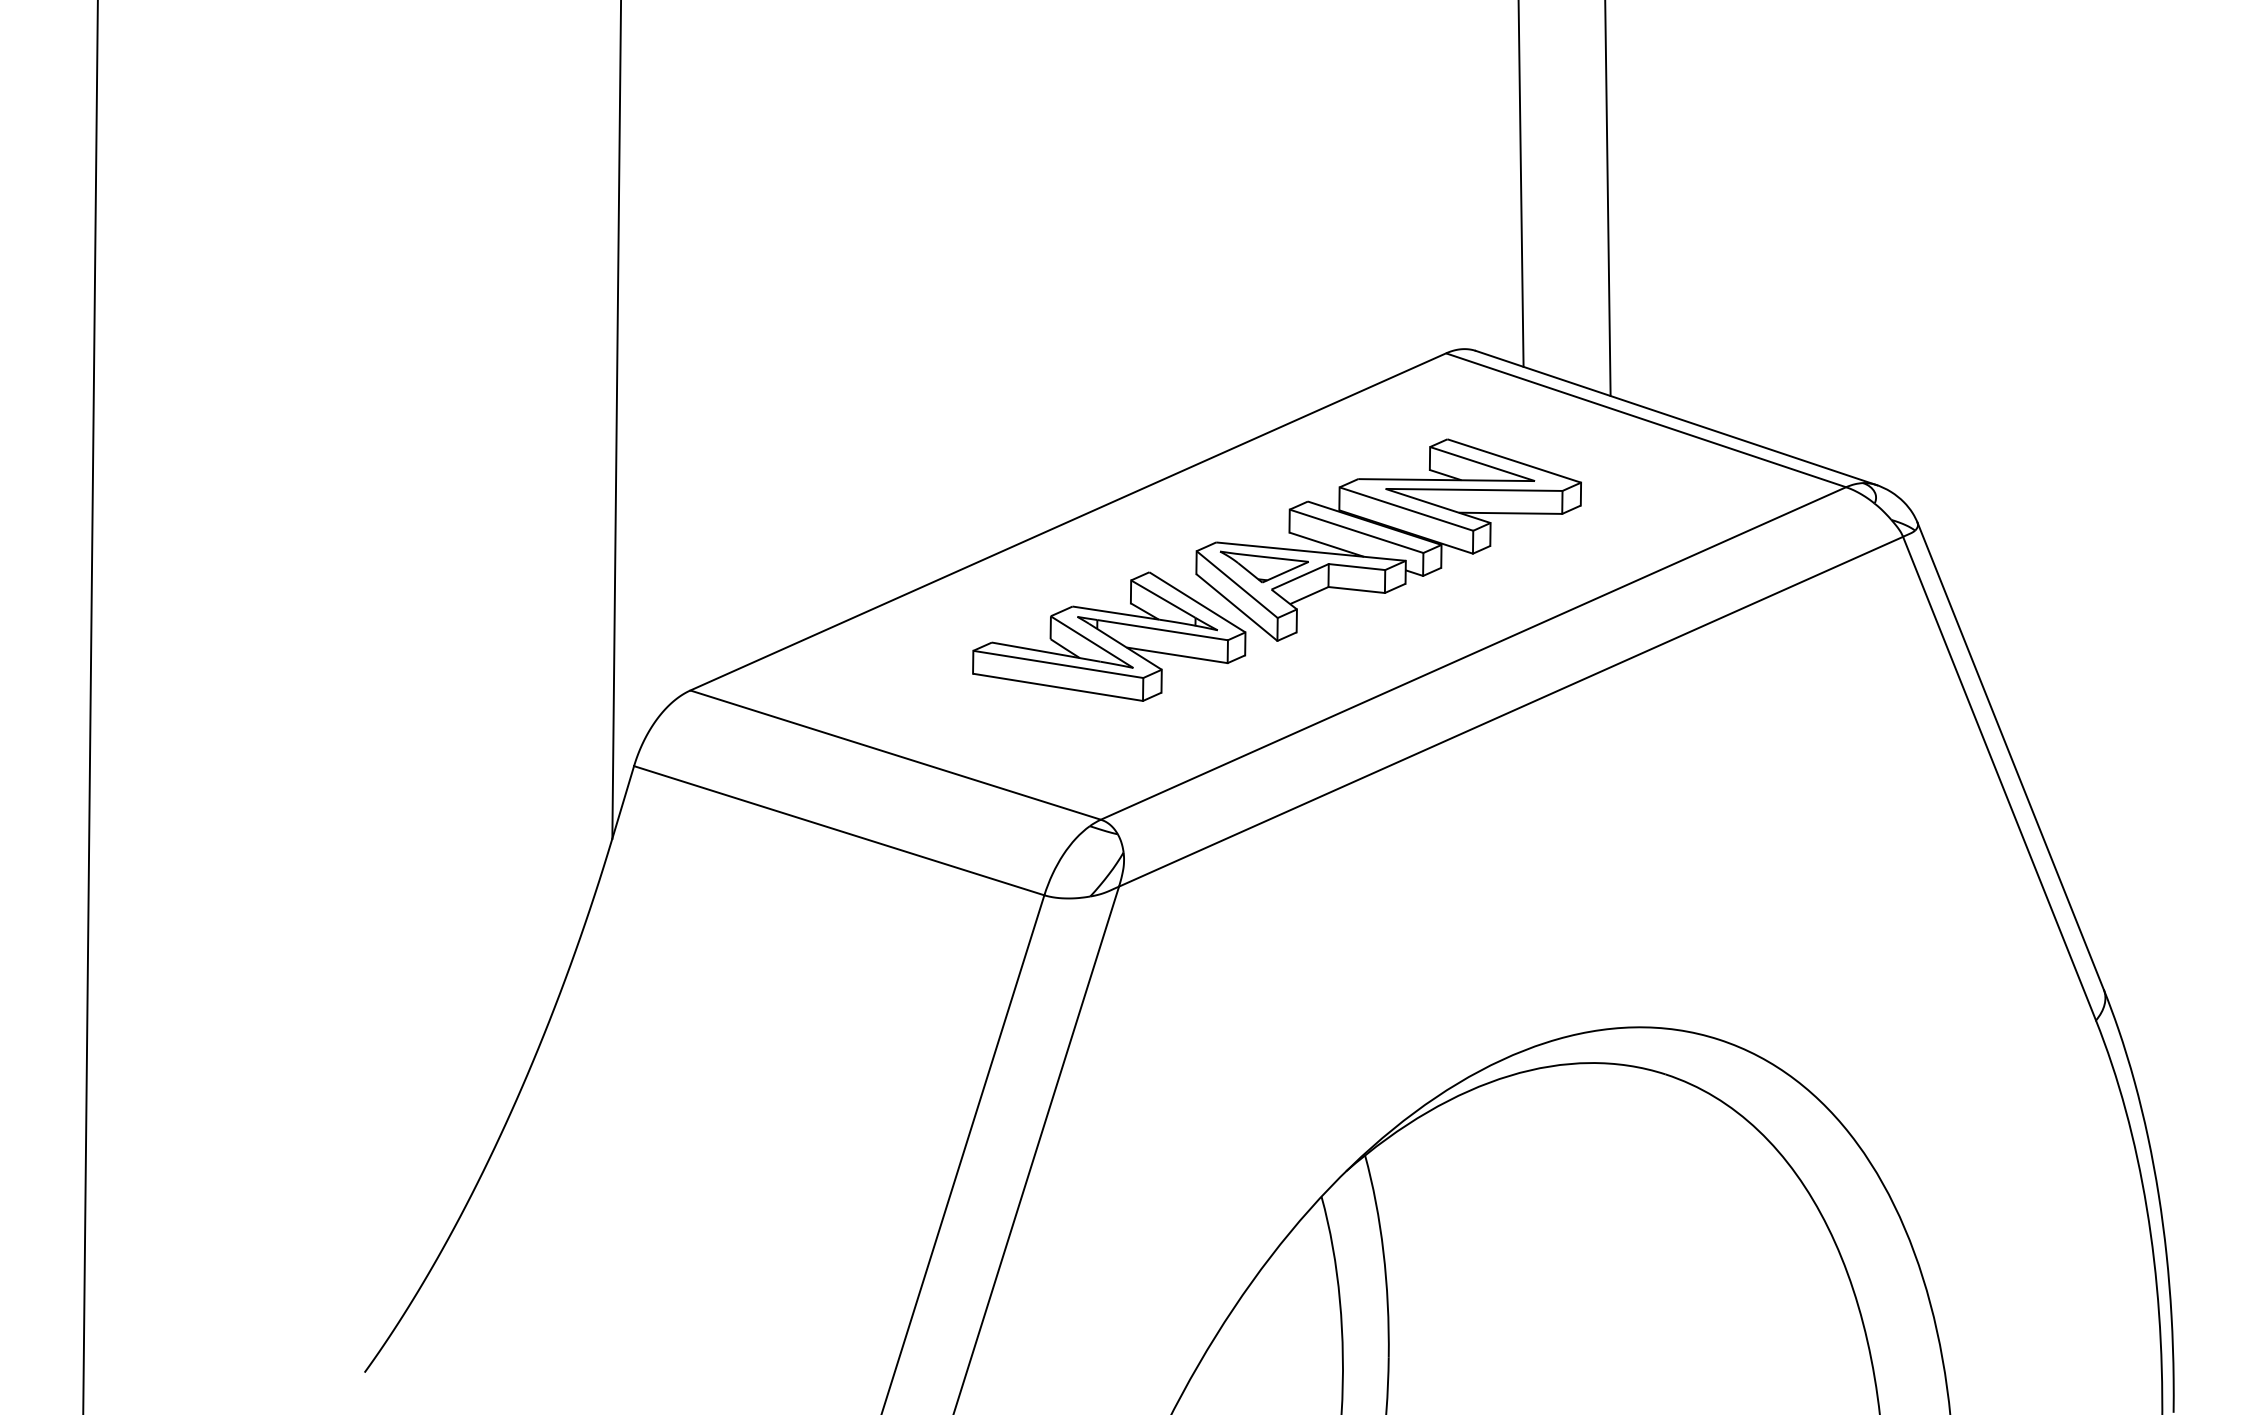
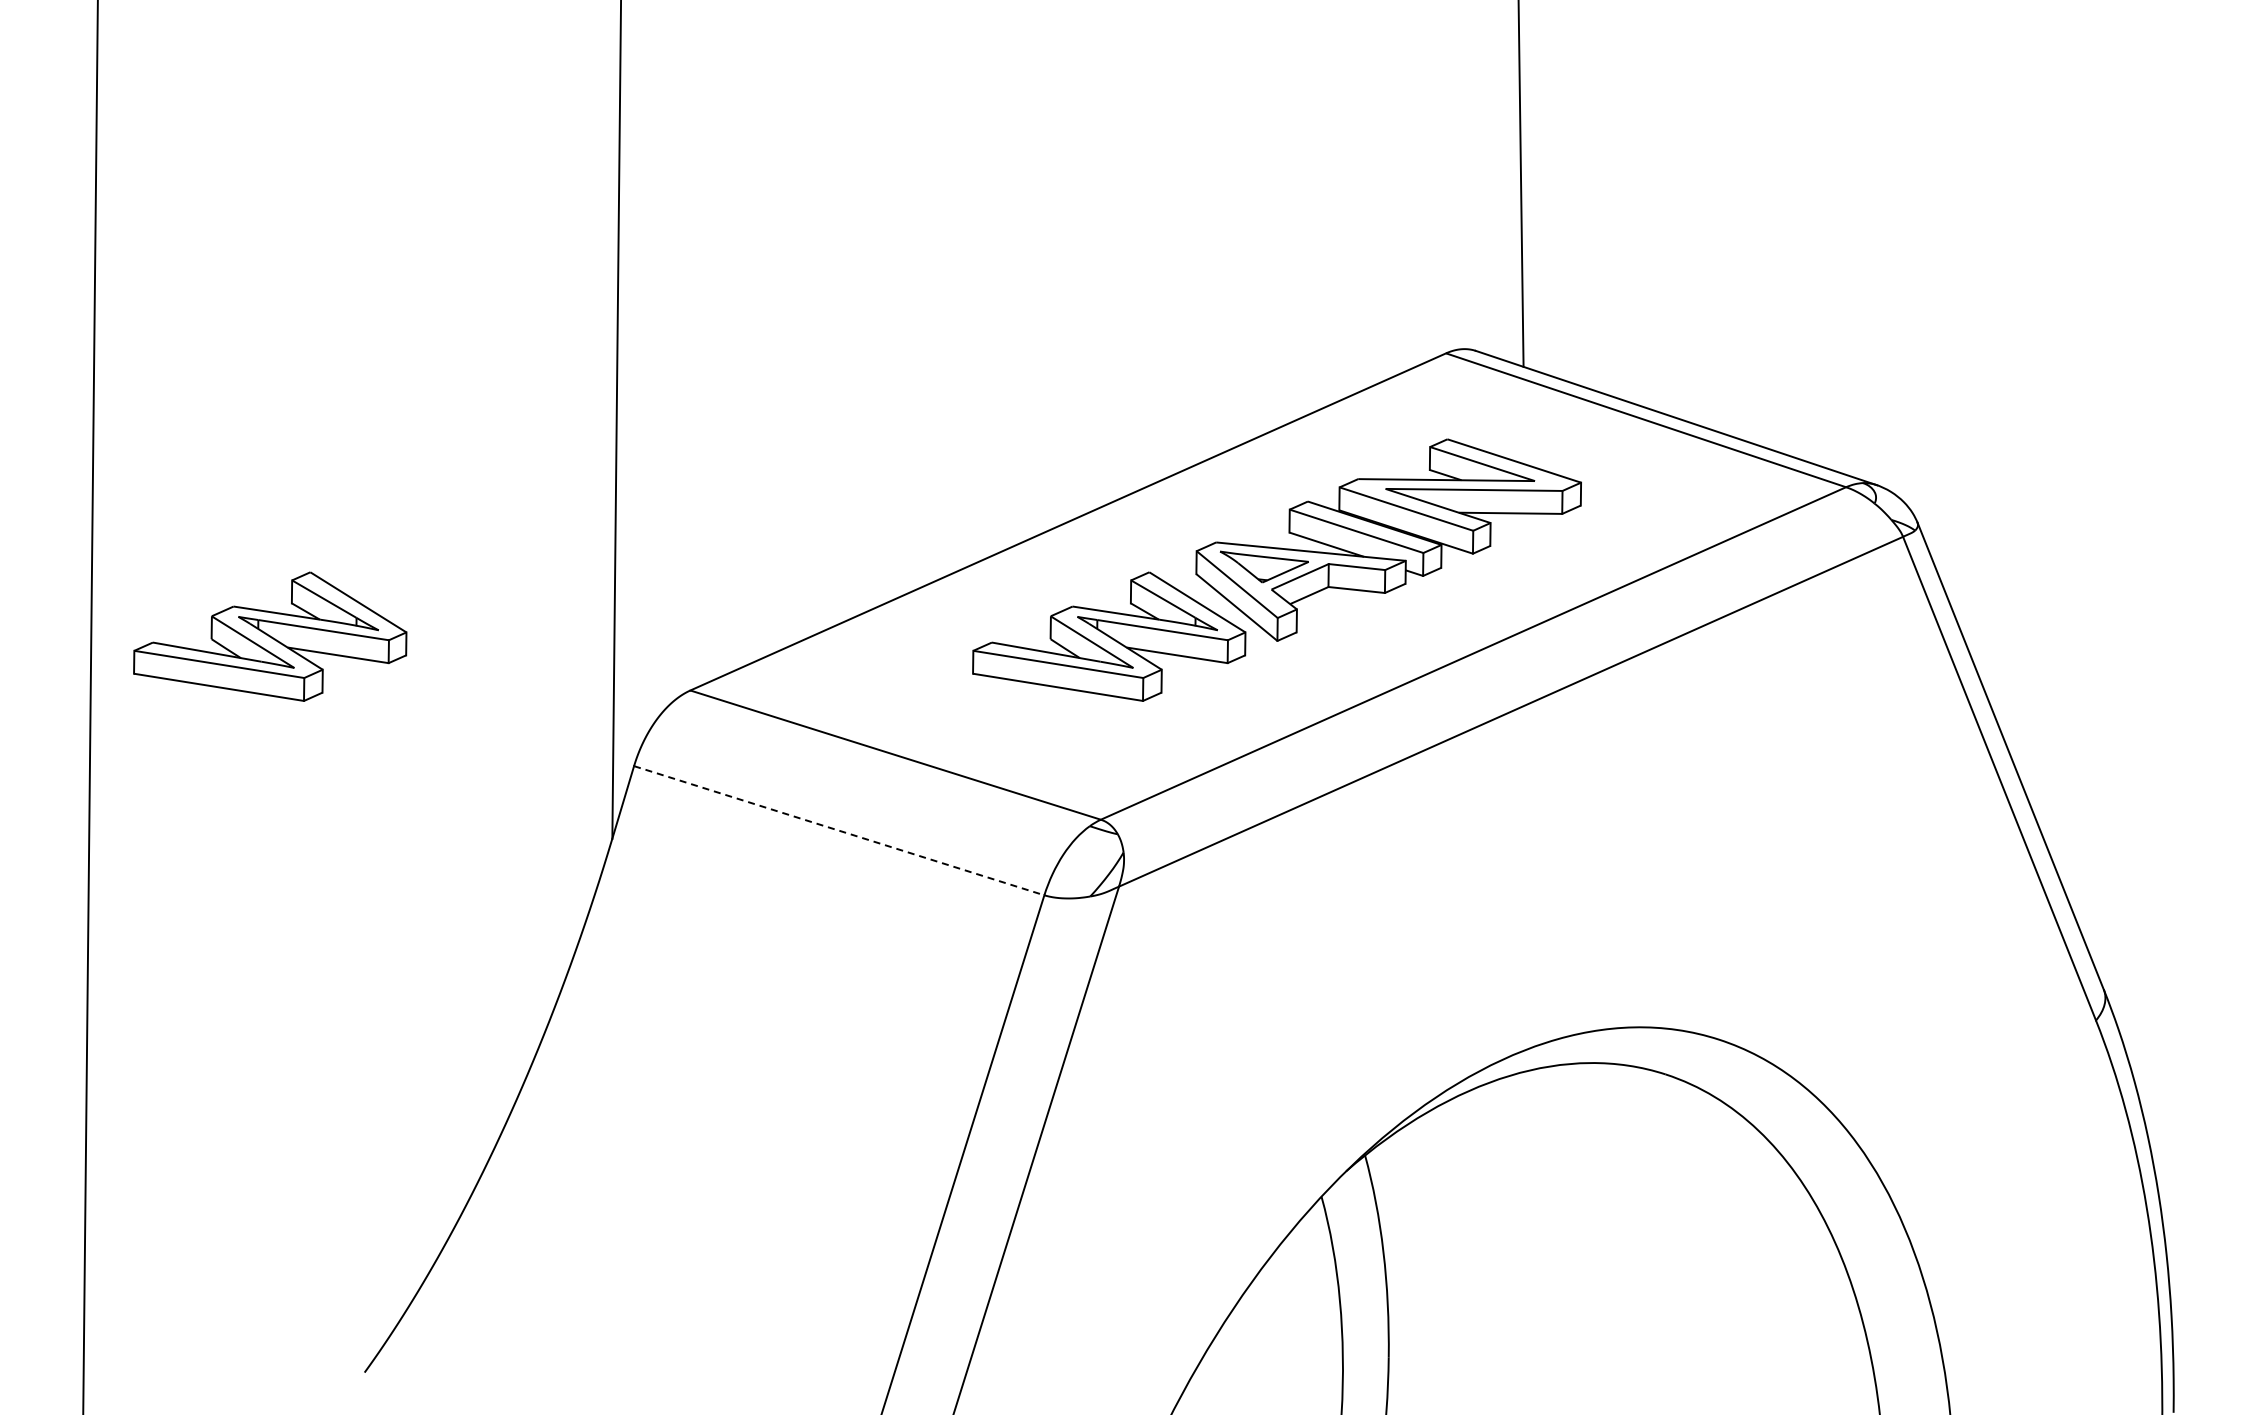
line at (1607, 198): present -> none
part at (270, 636): none -> present
line at (839, 830): solid -> dashed
